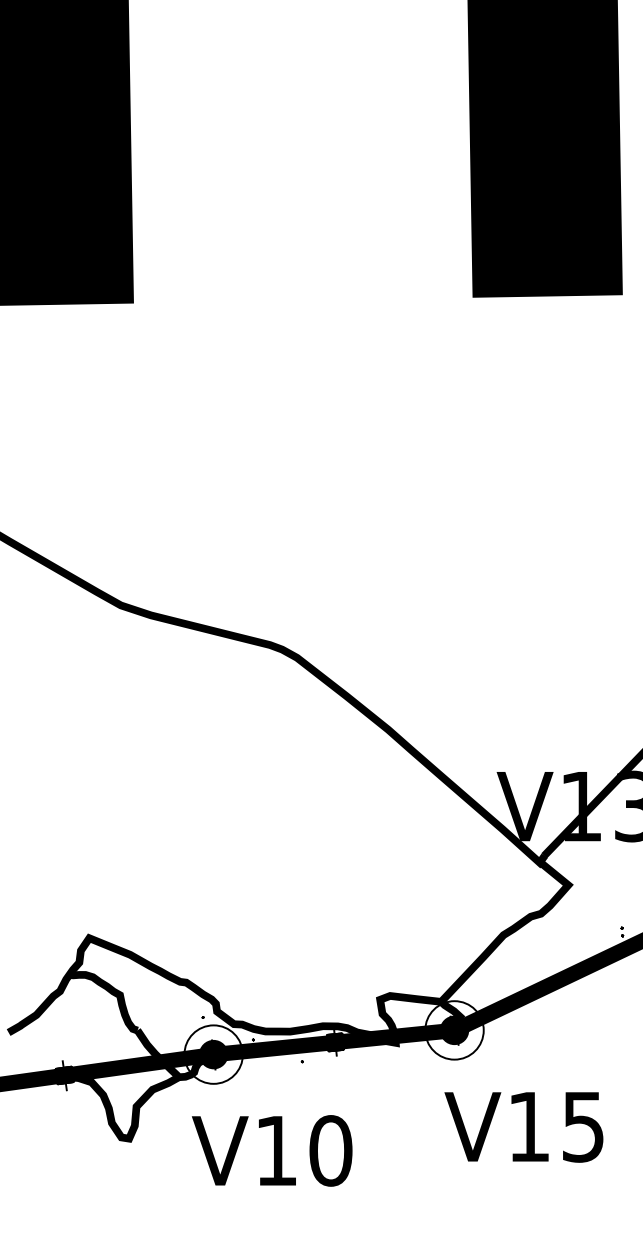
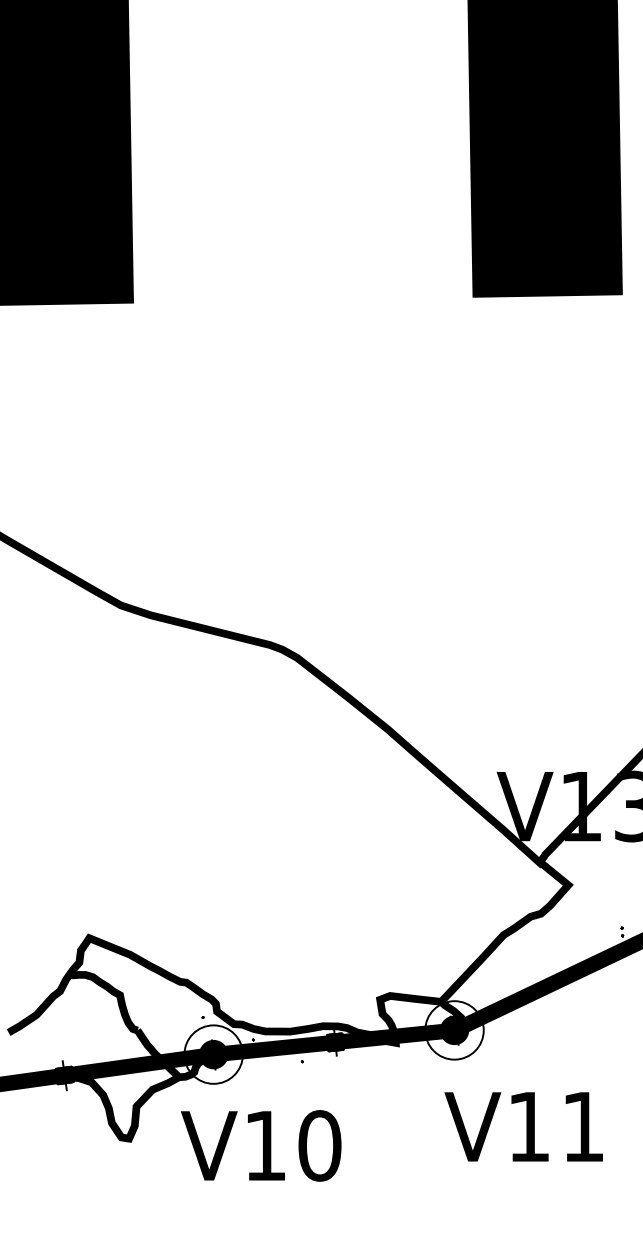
text at (583, 1127): V15 -> V11
text at (272, 1150) position: (272, 1150) -> (261, 1145)
